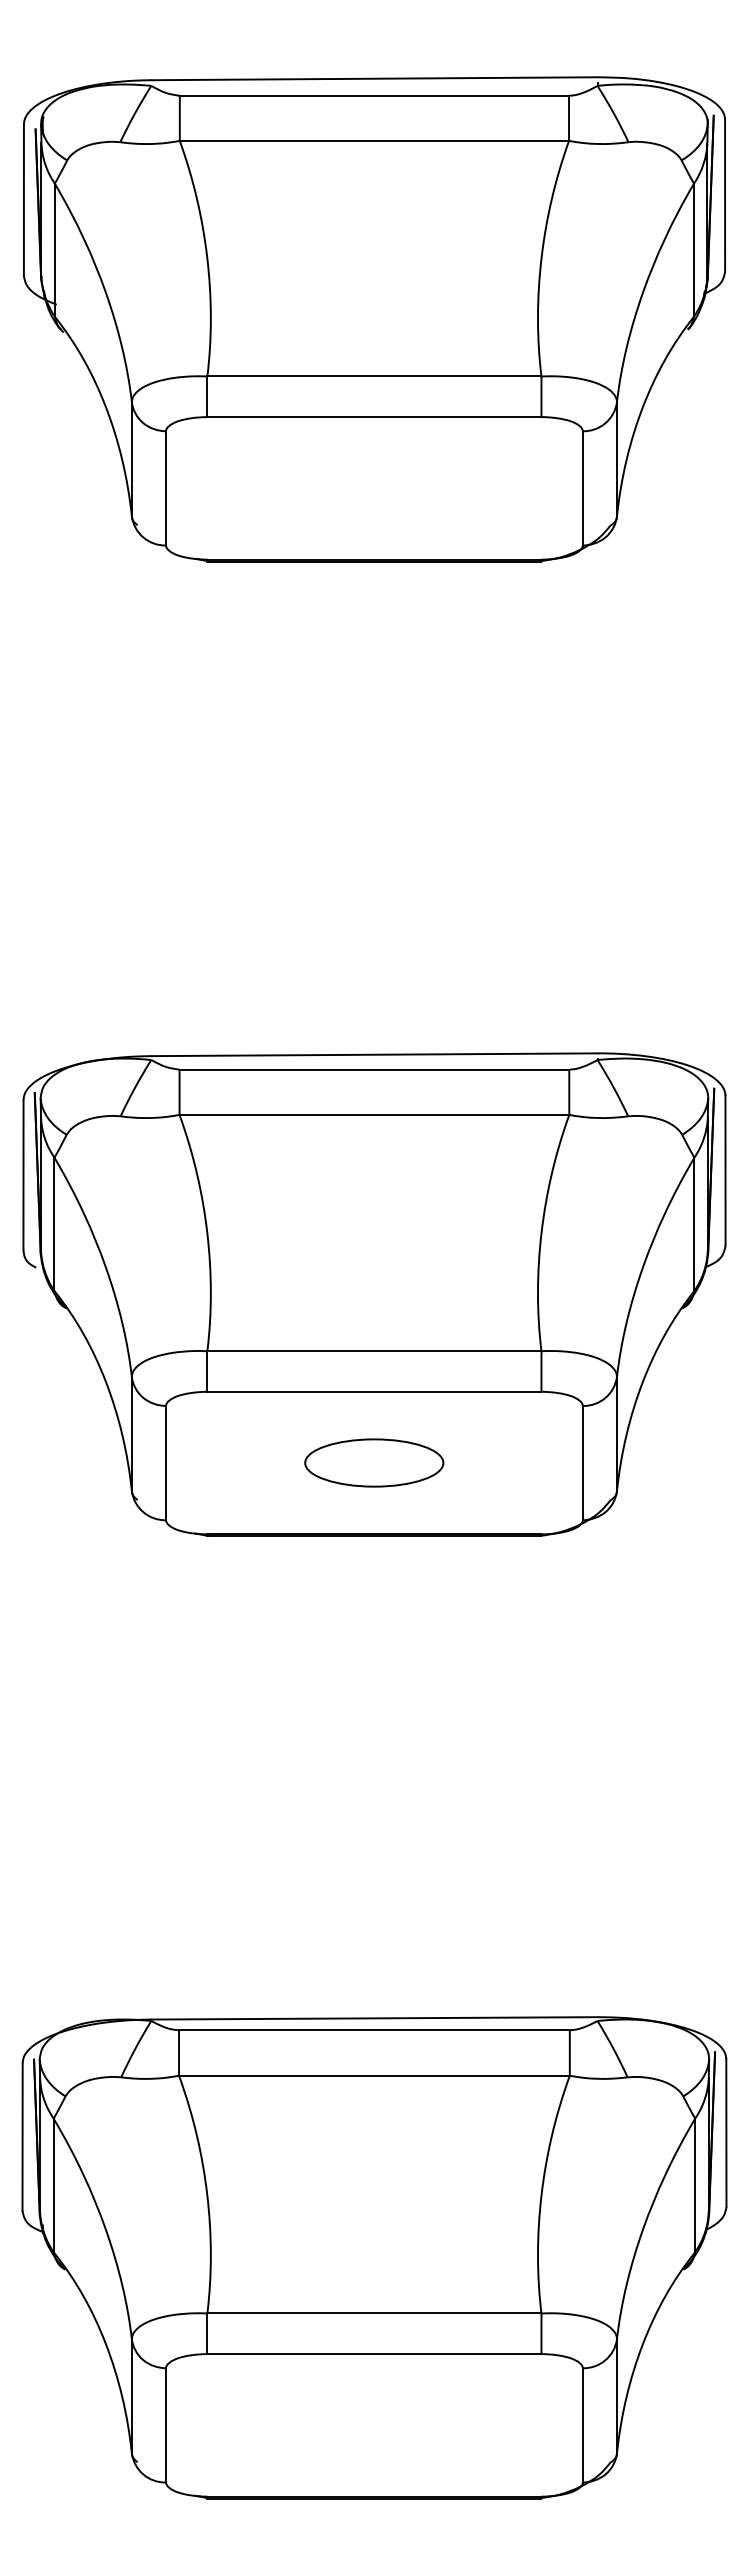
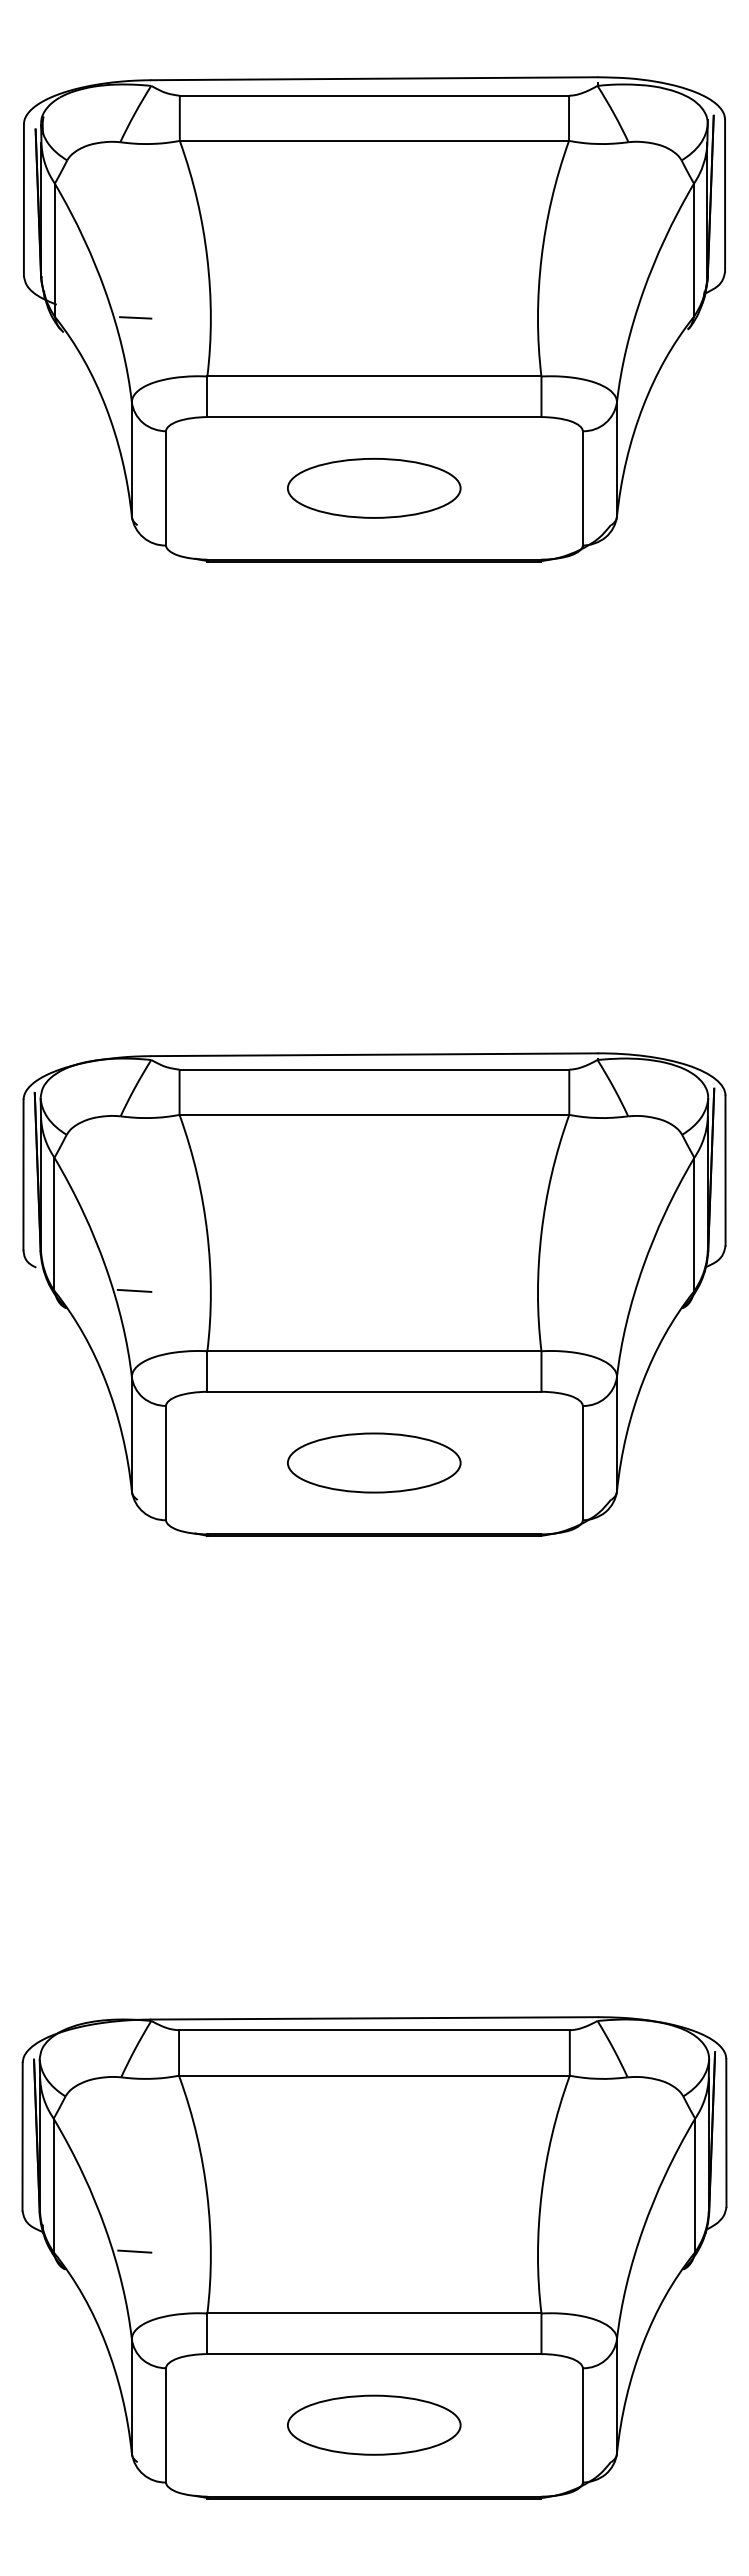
line at (135, 317): none -> present
part at (374, 488): none -> present
line at (134, 1290): none -> present
part at (374, 1462) size: 141x50 px -> 175x62 px
line at (134, 2251): none -> present
part at (374, 2424): none -> present
